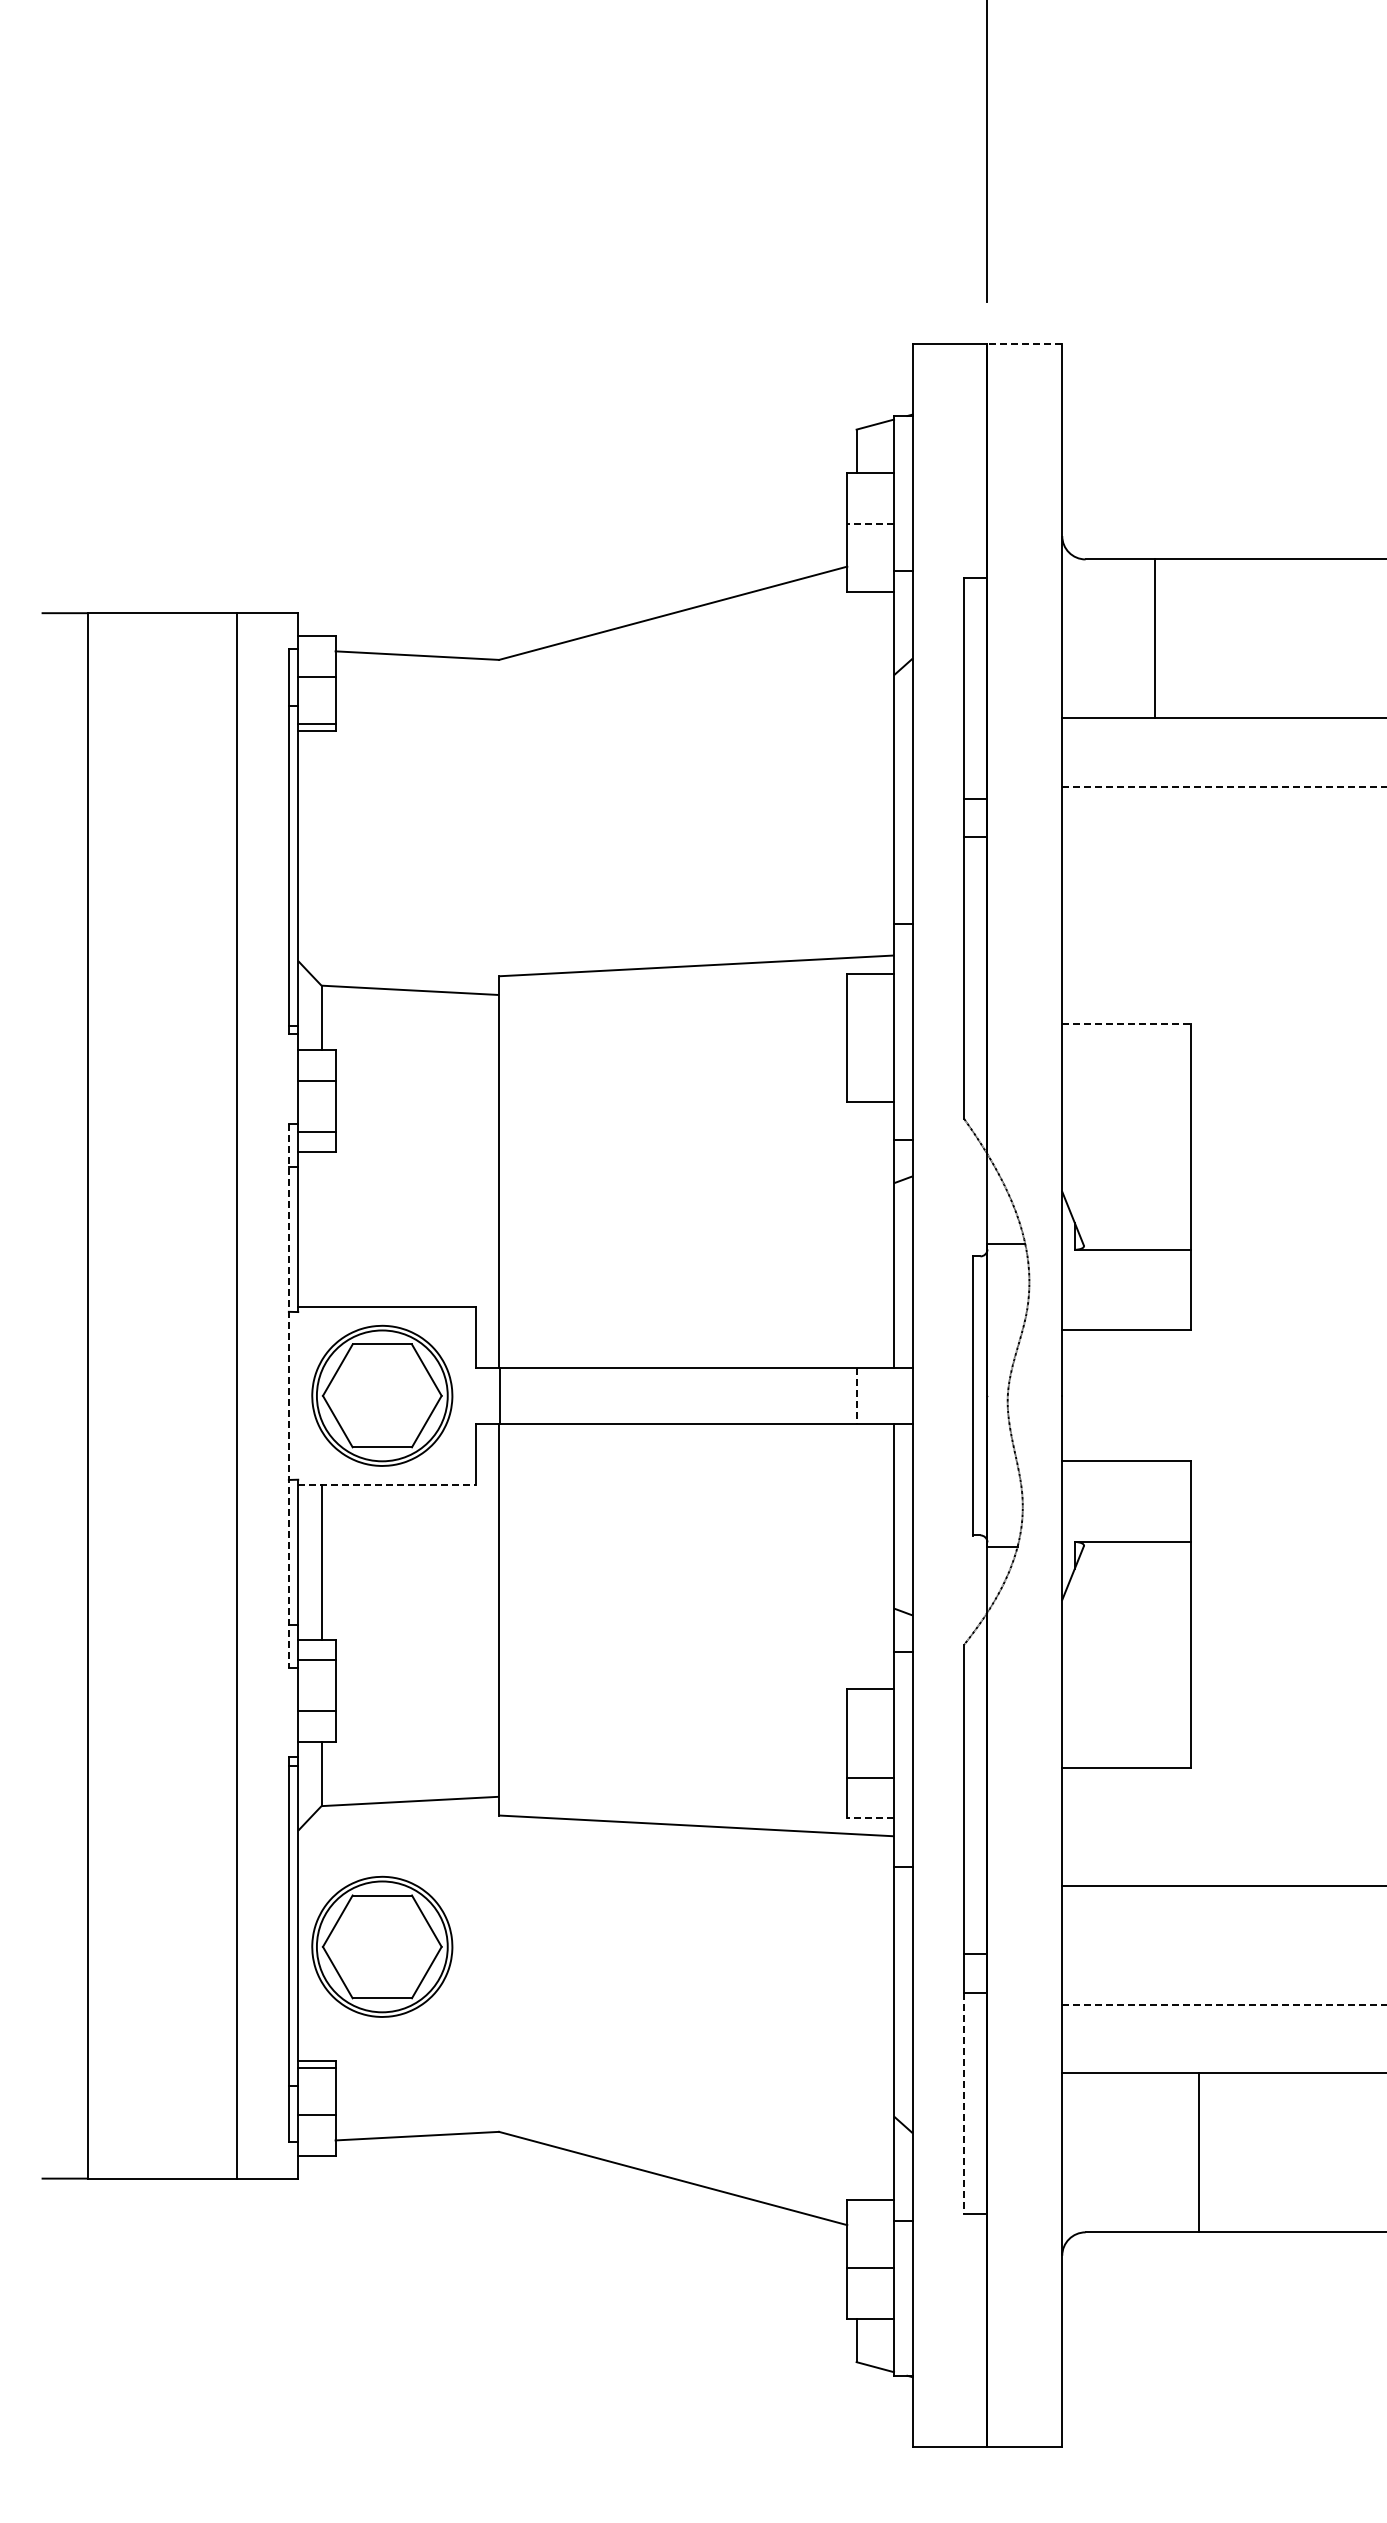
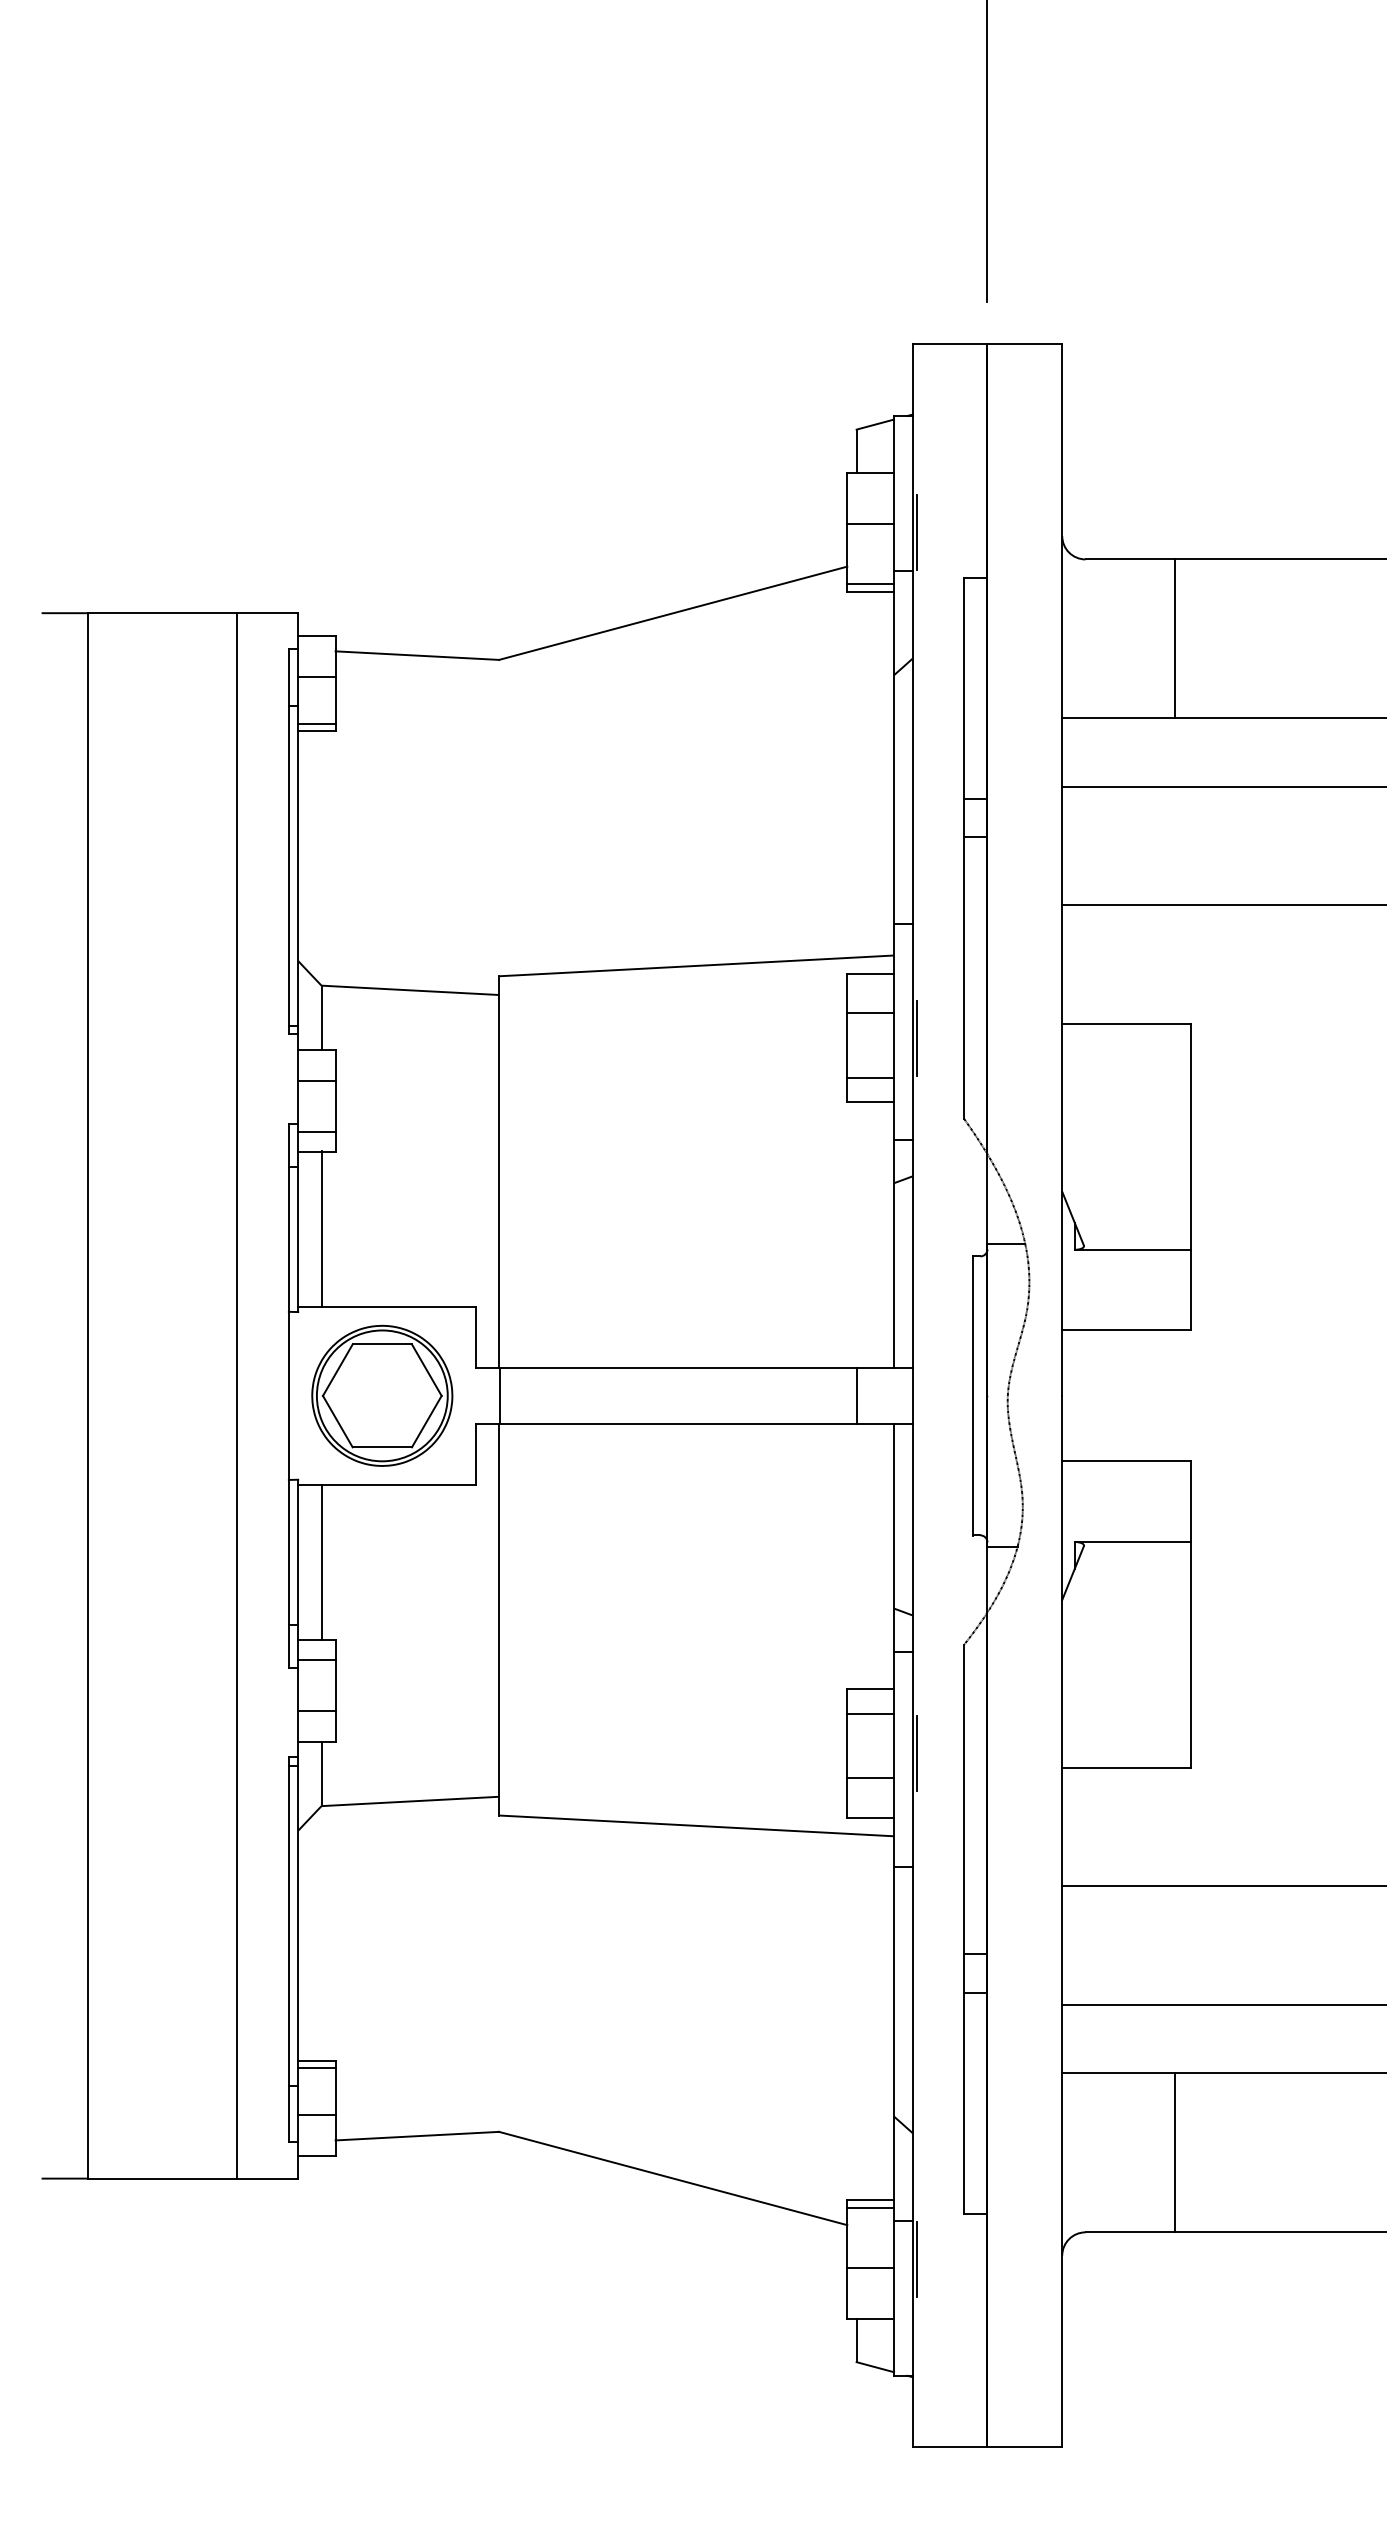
line at (1024, 344): dashed -> solid
line at (870, 524): dashed -> solid
line at (917, 532): none -> present
line at (870, 583): none -> present
line at (1154, 638) position: (1154, 638) -> (1174, 638)
line at (1224, 786): dashed -> solid
line at (1222, 905): none -> present
line at (870, 1013): none -> present
line at (1126, 1024): dashed -> solid
line at (917, 1037): none -> present
line at (870, 1077): none -> present
line at (321, 1229): none -> present
line at (288, 1396): dashed -> solid
line at (856, 1396): dashed -> solid
line at (387, 1484): dashed -> solid
line at (870, 1714): none -> present
line at (917, 1753): none -> present
line at (870, 1817): dashed -> solid
part at (382, 1946): present -> none
line at (1224, 2005): dashed -> solid
line at (964, 2103): dashed -> solid
line at (1198, 2152) position: (1198, 2152) -> (1174, 2152)
line at (870, 2207): none -> present
line at (917, 2258): none -> present
